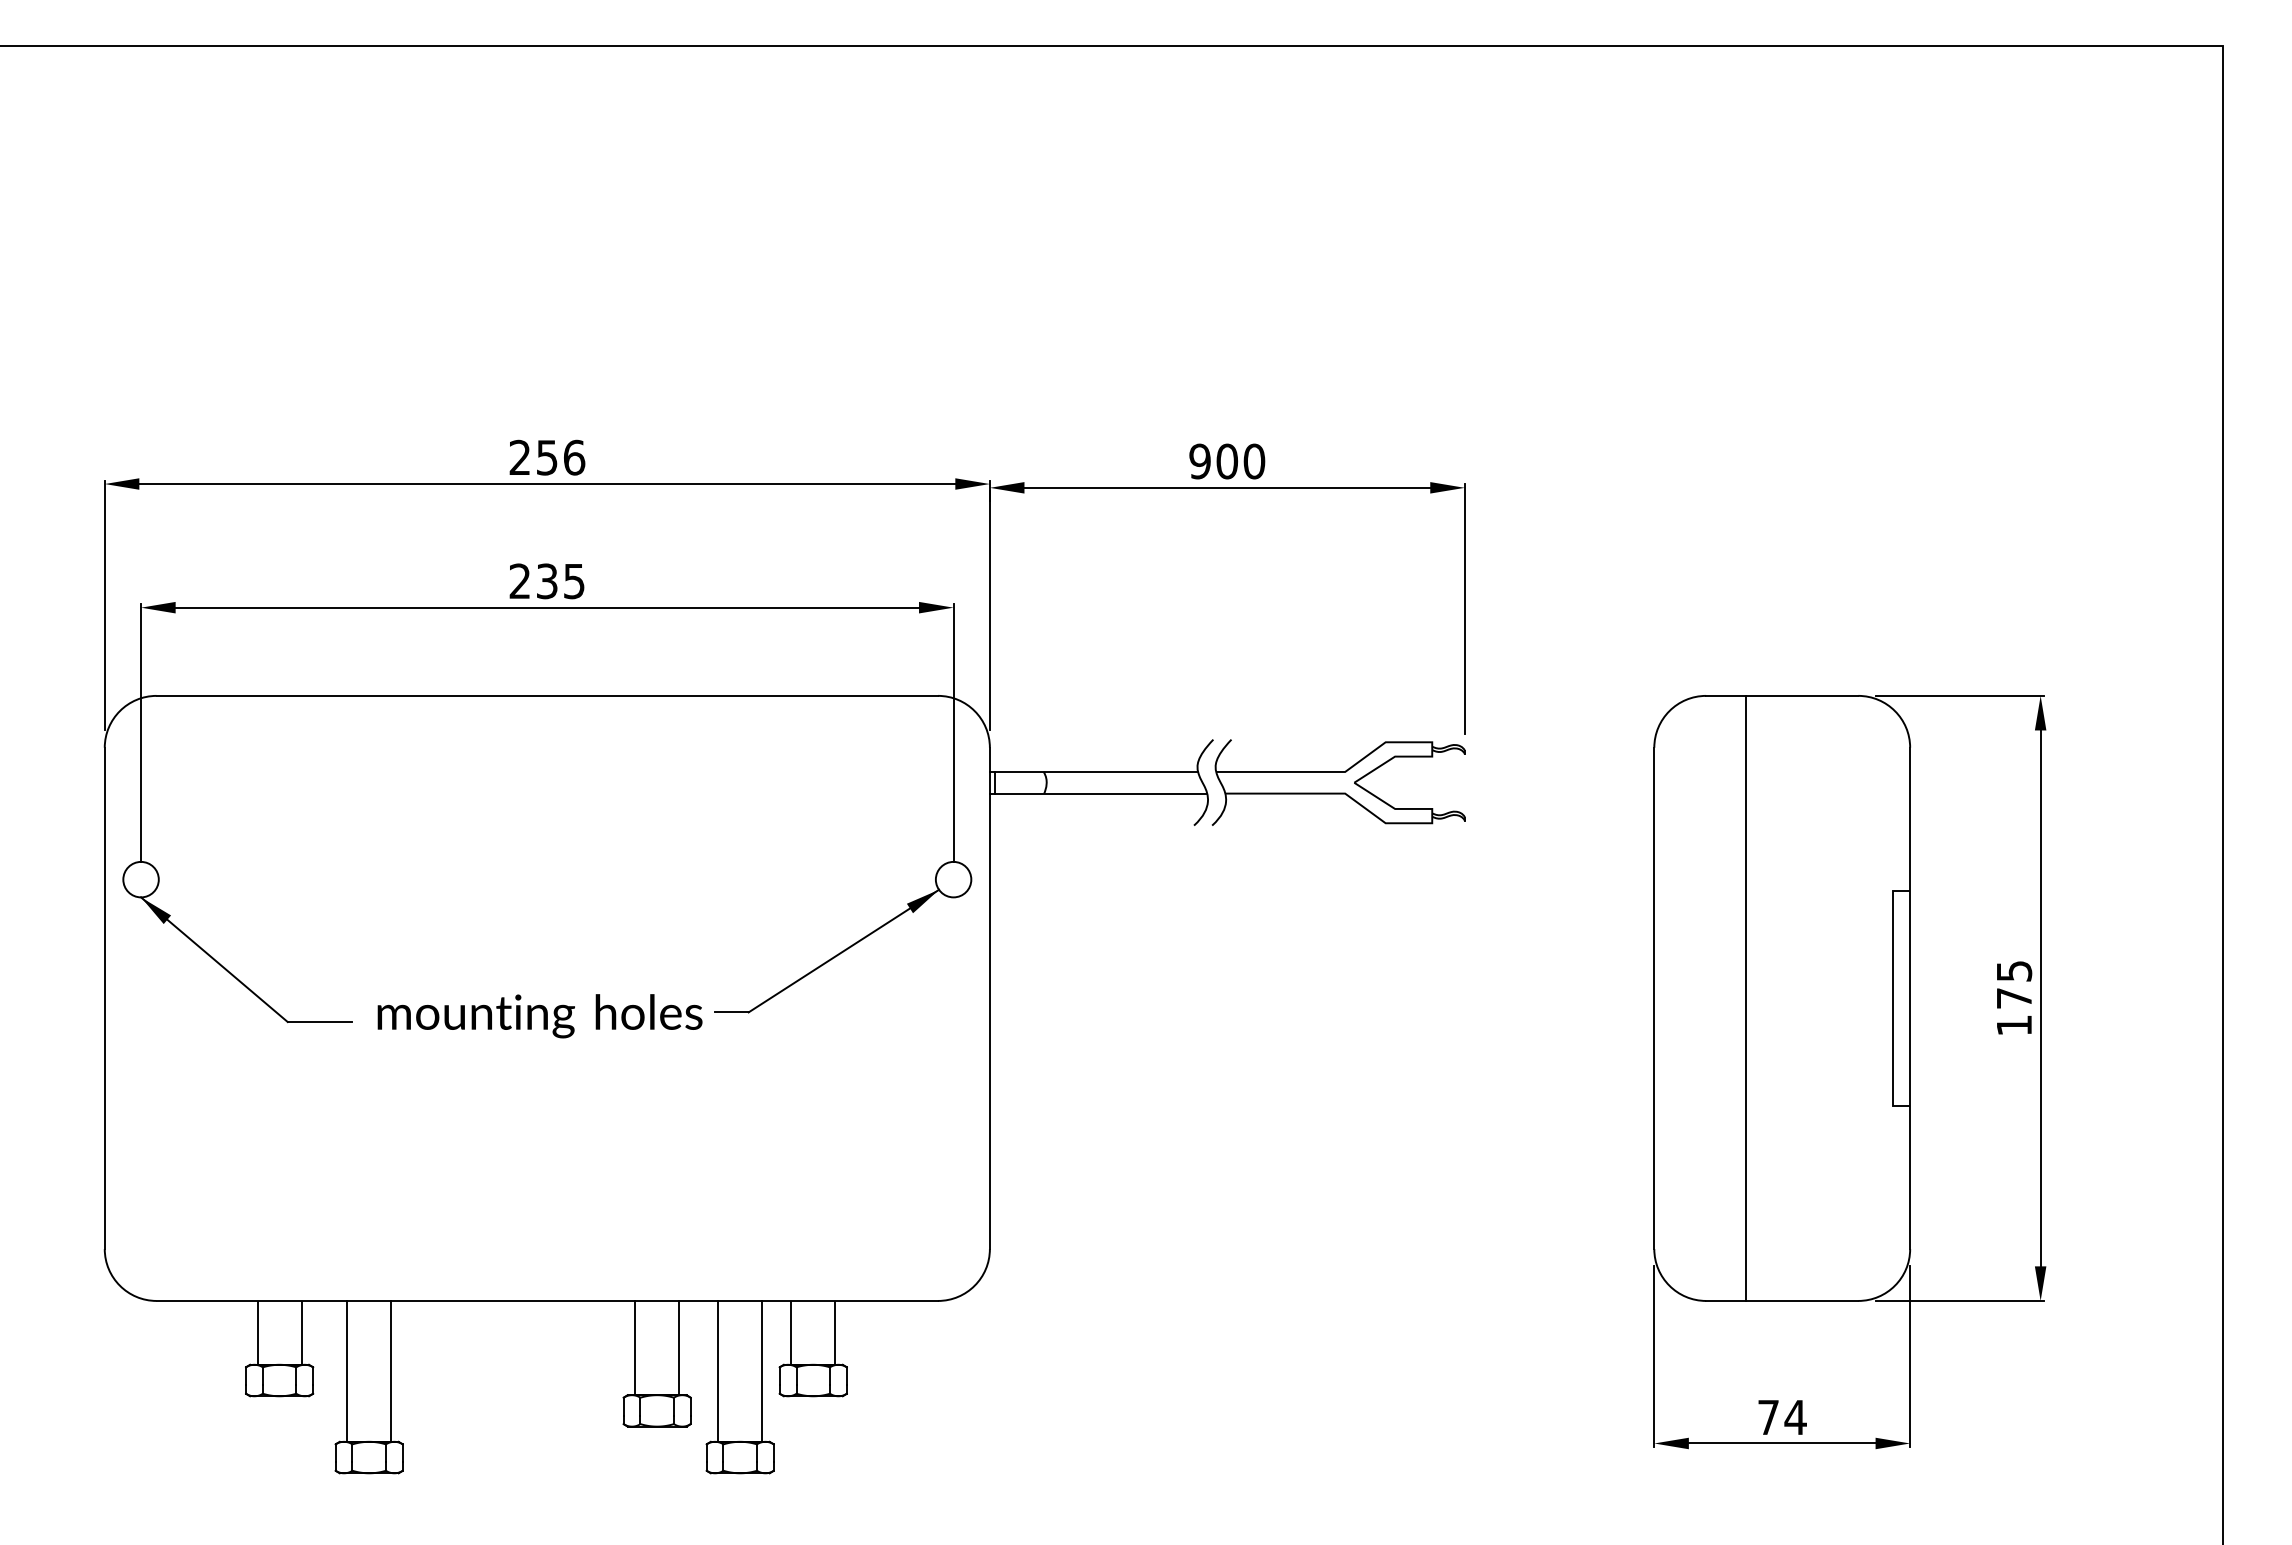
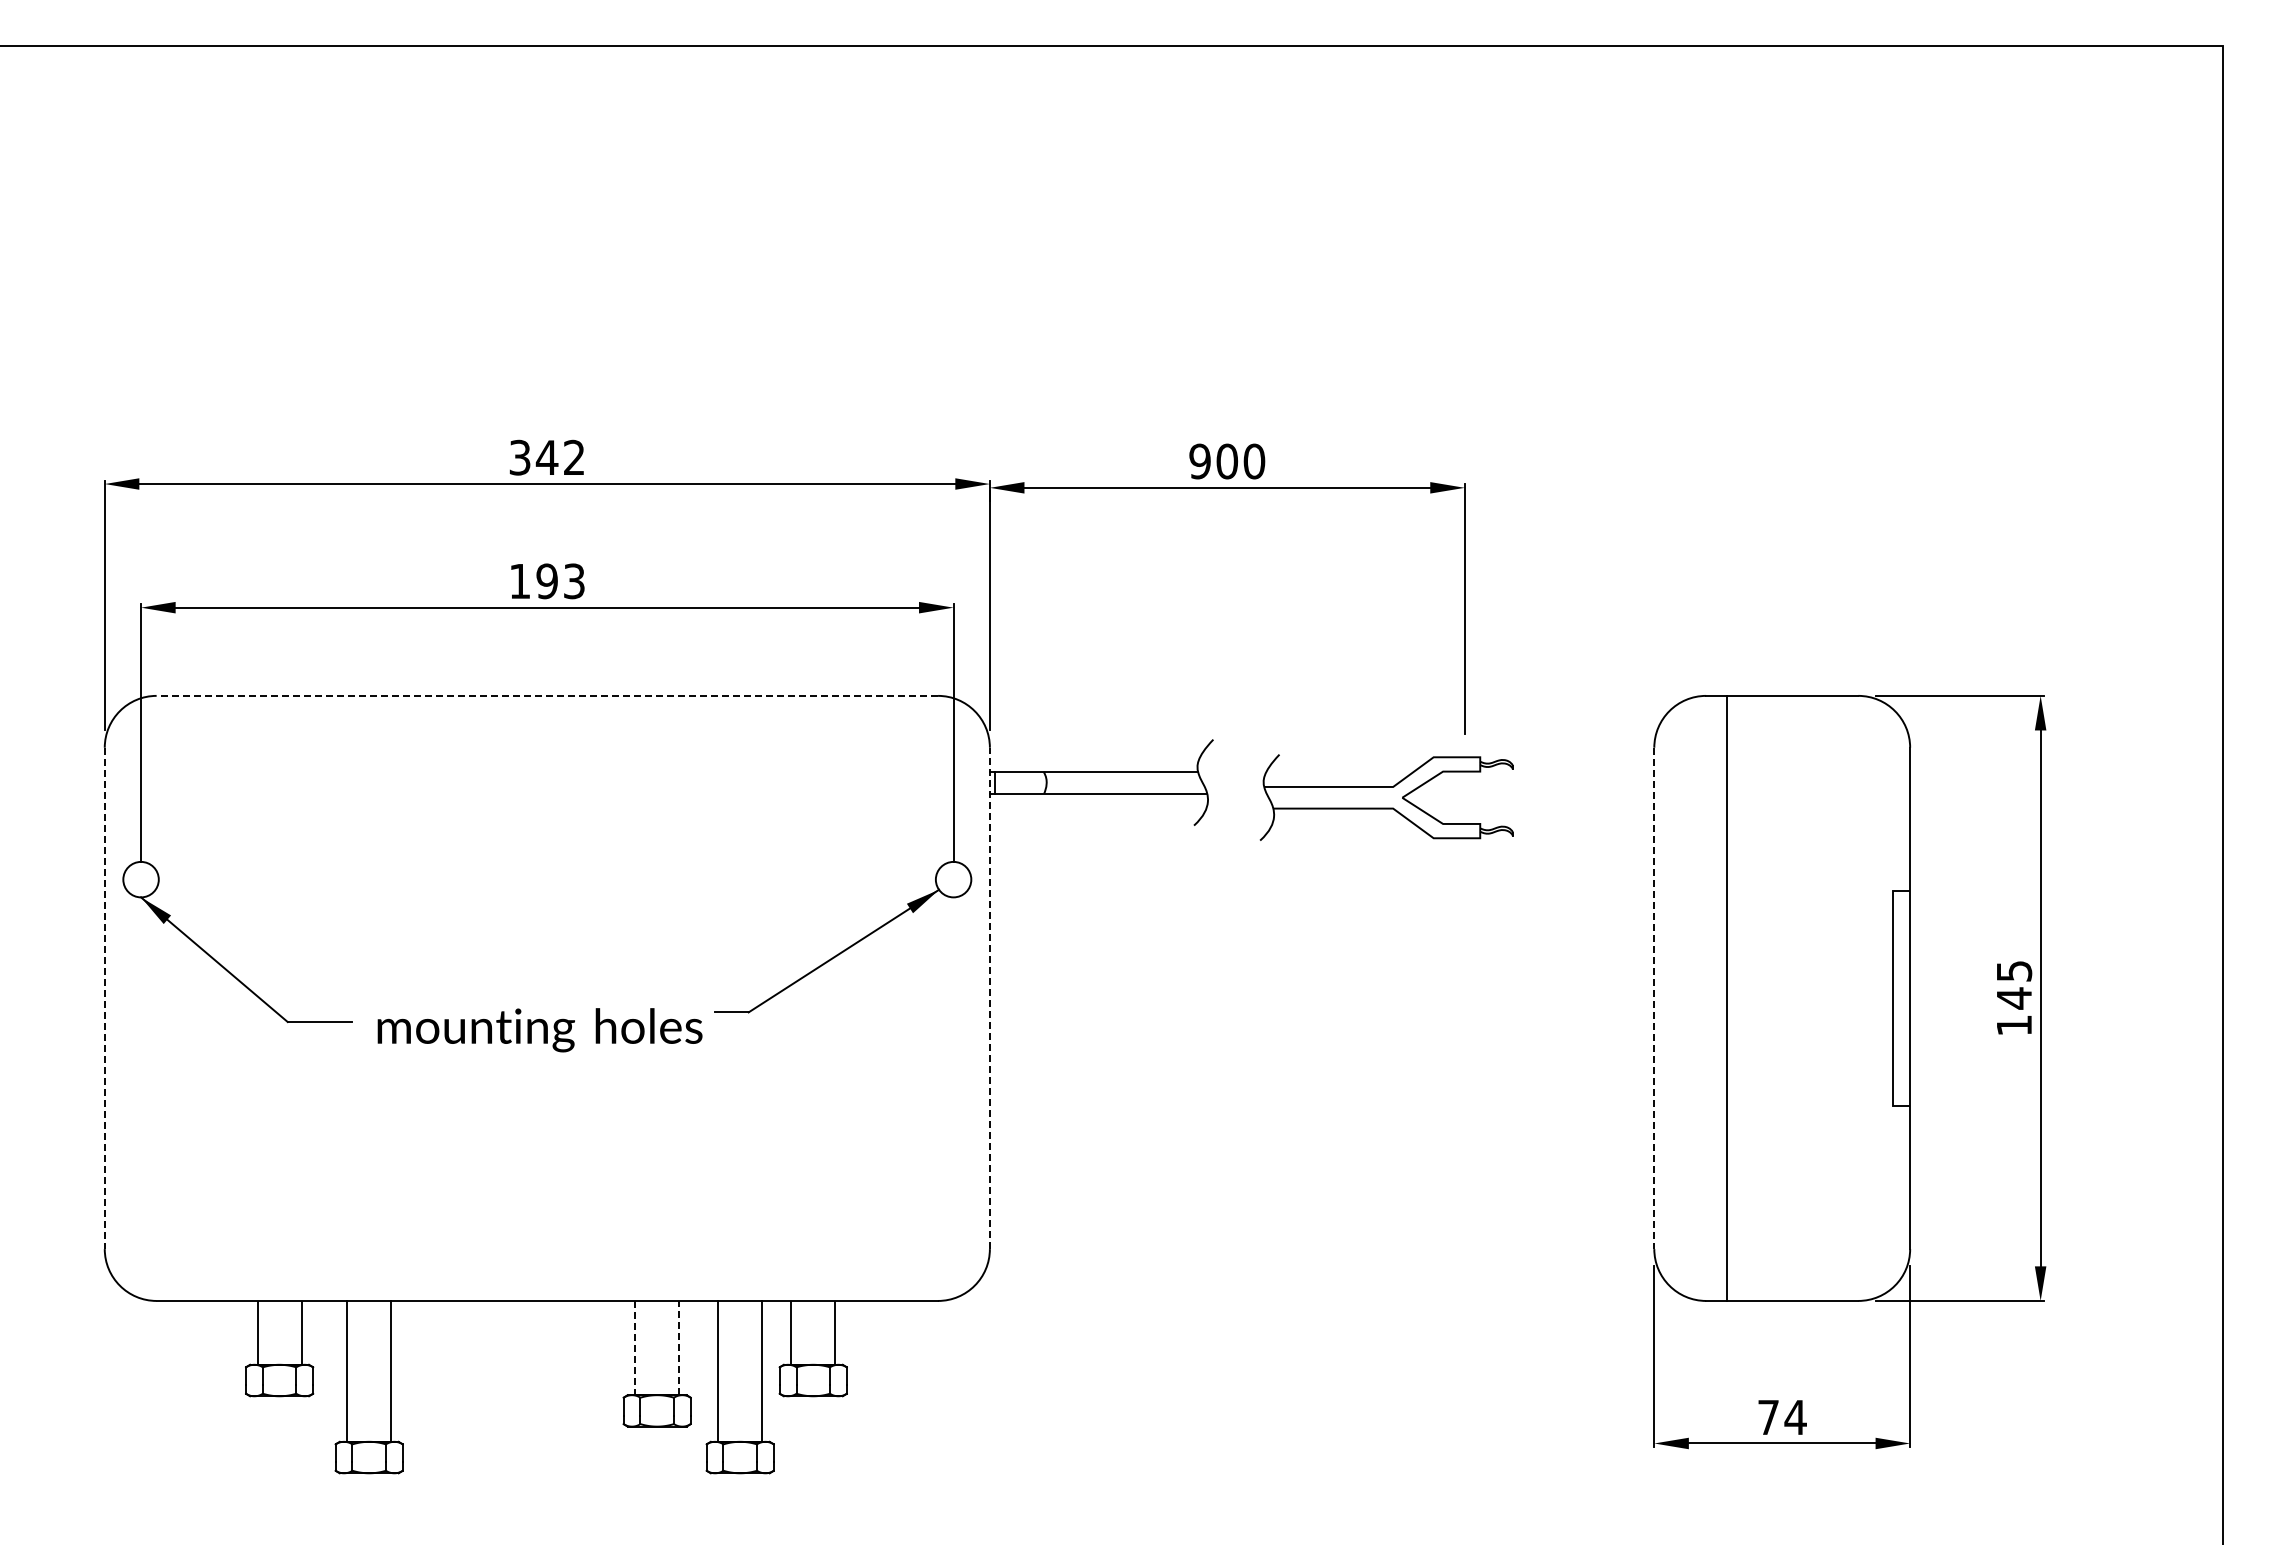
text at (547, 457): 256 -> 342
text at (546, 581): 235 -> 193
line at (547, 695): solid -> dashed
part at (1338, 782) position: (1338, 782) -> (1386, 797)
line at (1746, 997) position: (1746, 997) -> (1727, 997)
line at (104, 998): solid -> dashed
line at (989, 998): solid -> dashed
line at (1654, 998): solid -> dashed
text at (2014, 998): 175 -> 145
text at (539, 1016) position: (539, 1016) -> (539, 1030)
line at (679, 1347): solid -> dashed
line at (635, 1348): solid -> dashed
